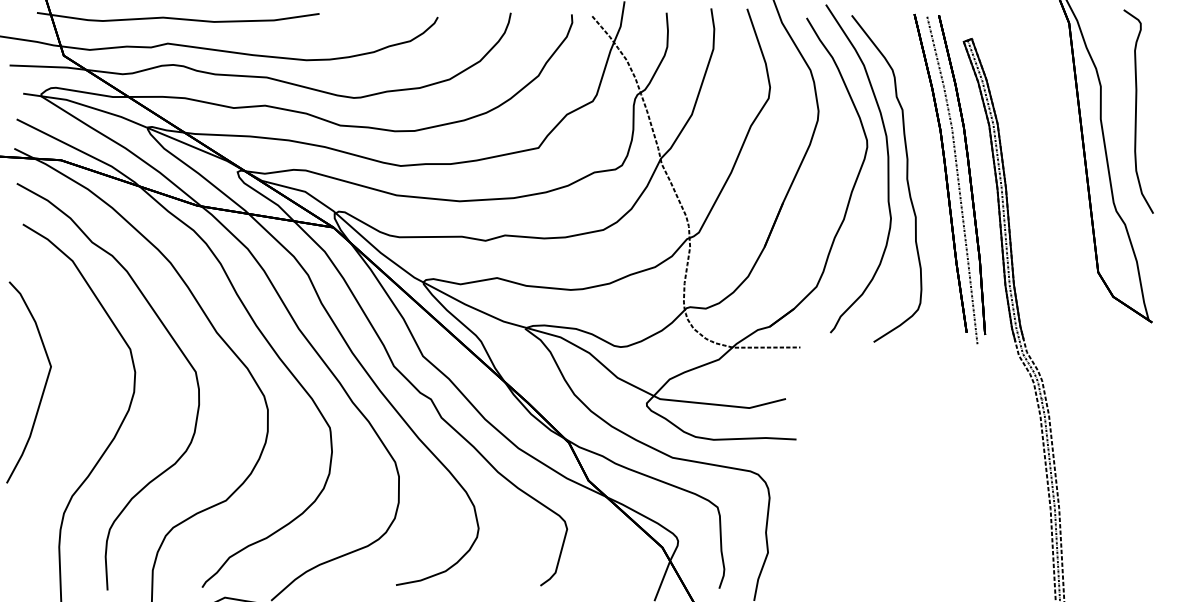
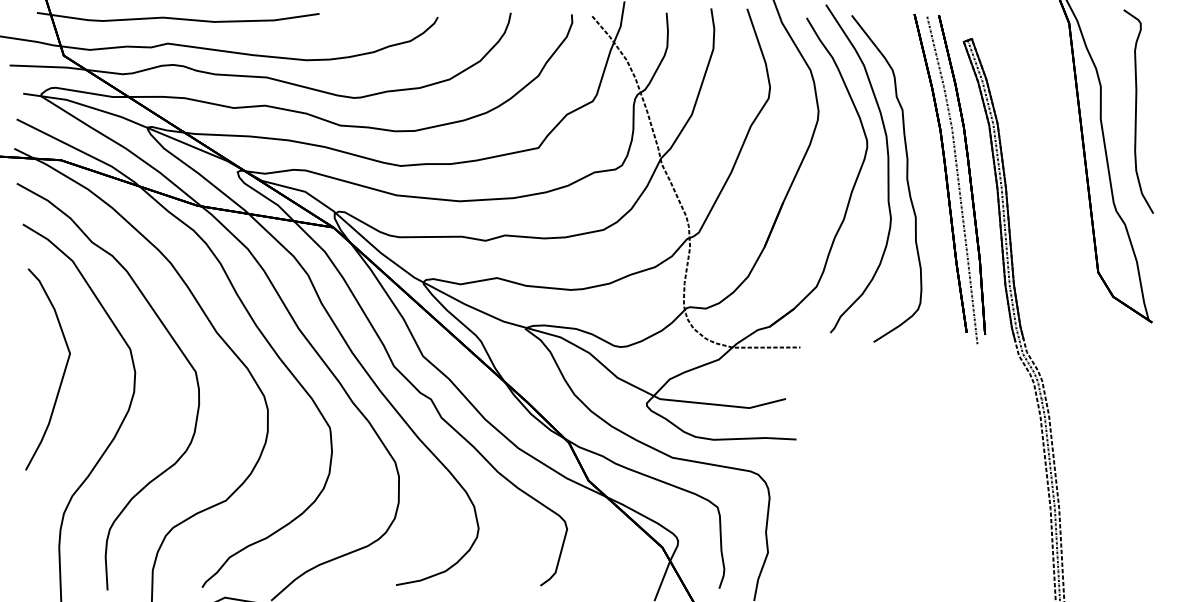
part at (43, 387) position: (43, 387) -> (62, 374)
